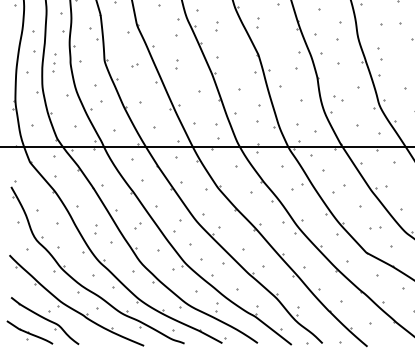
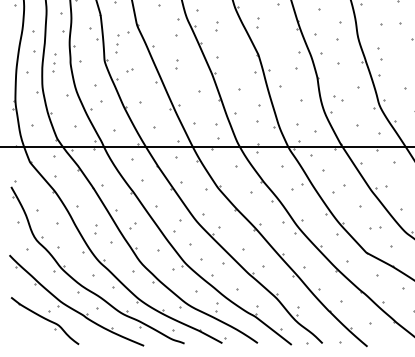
part at (117, 43): none -> present
part at (134, 65) position: (134, 65) -> (129, 70)
part at (137, 225) position: (137, 225) -> (132, 225)
part at (29, 332): present -> none
